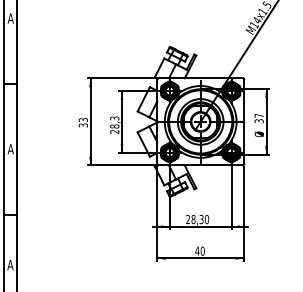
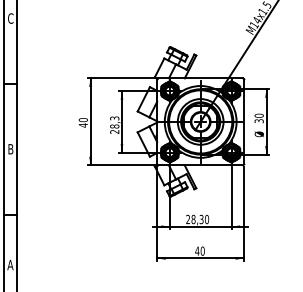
text at (10, 18): A -> C
text at (258, 115): 37 -> 30
text at (82, 122): 33 -> 40
text at (10, 149): A -> B
